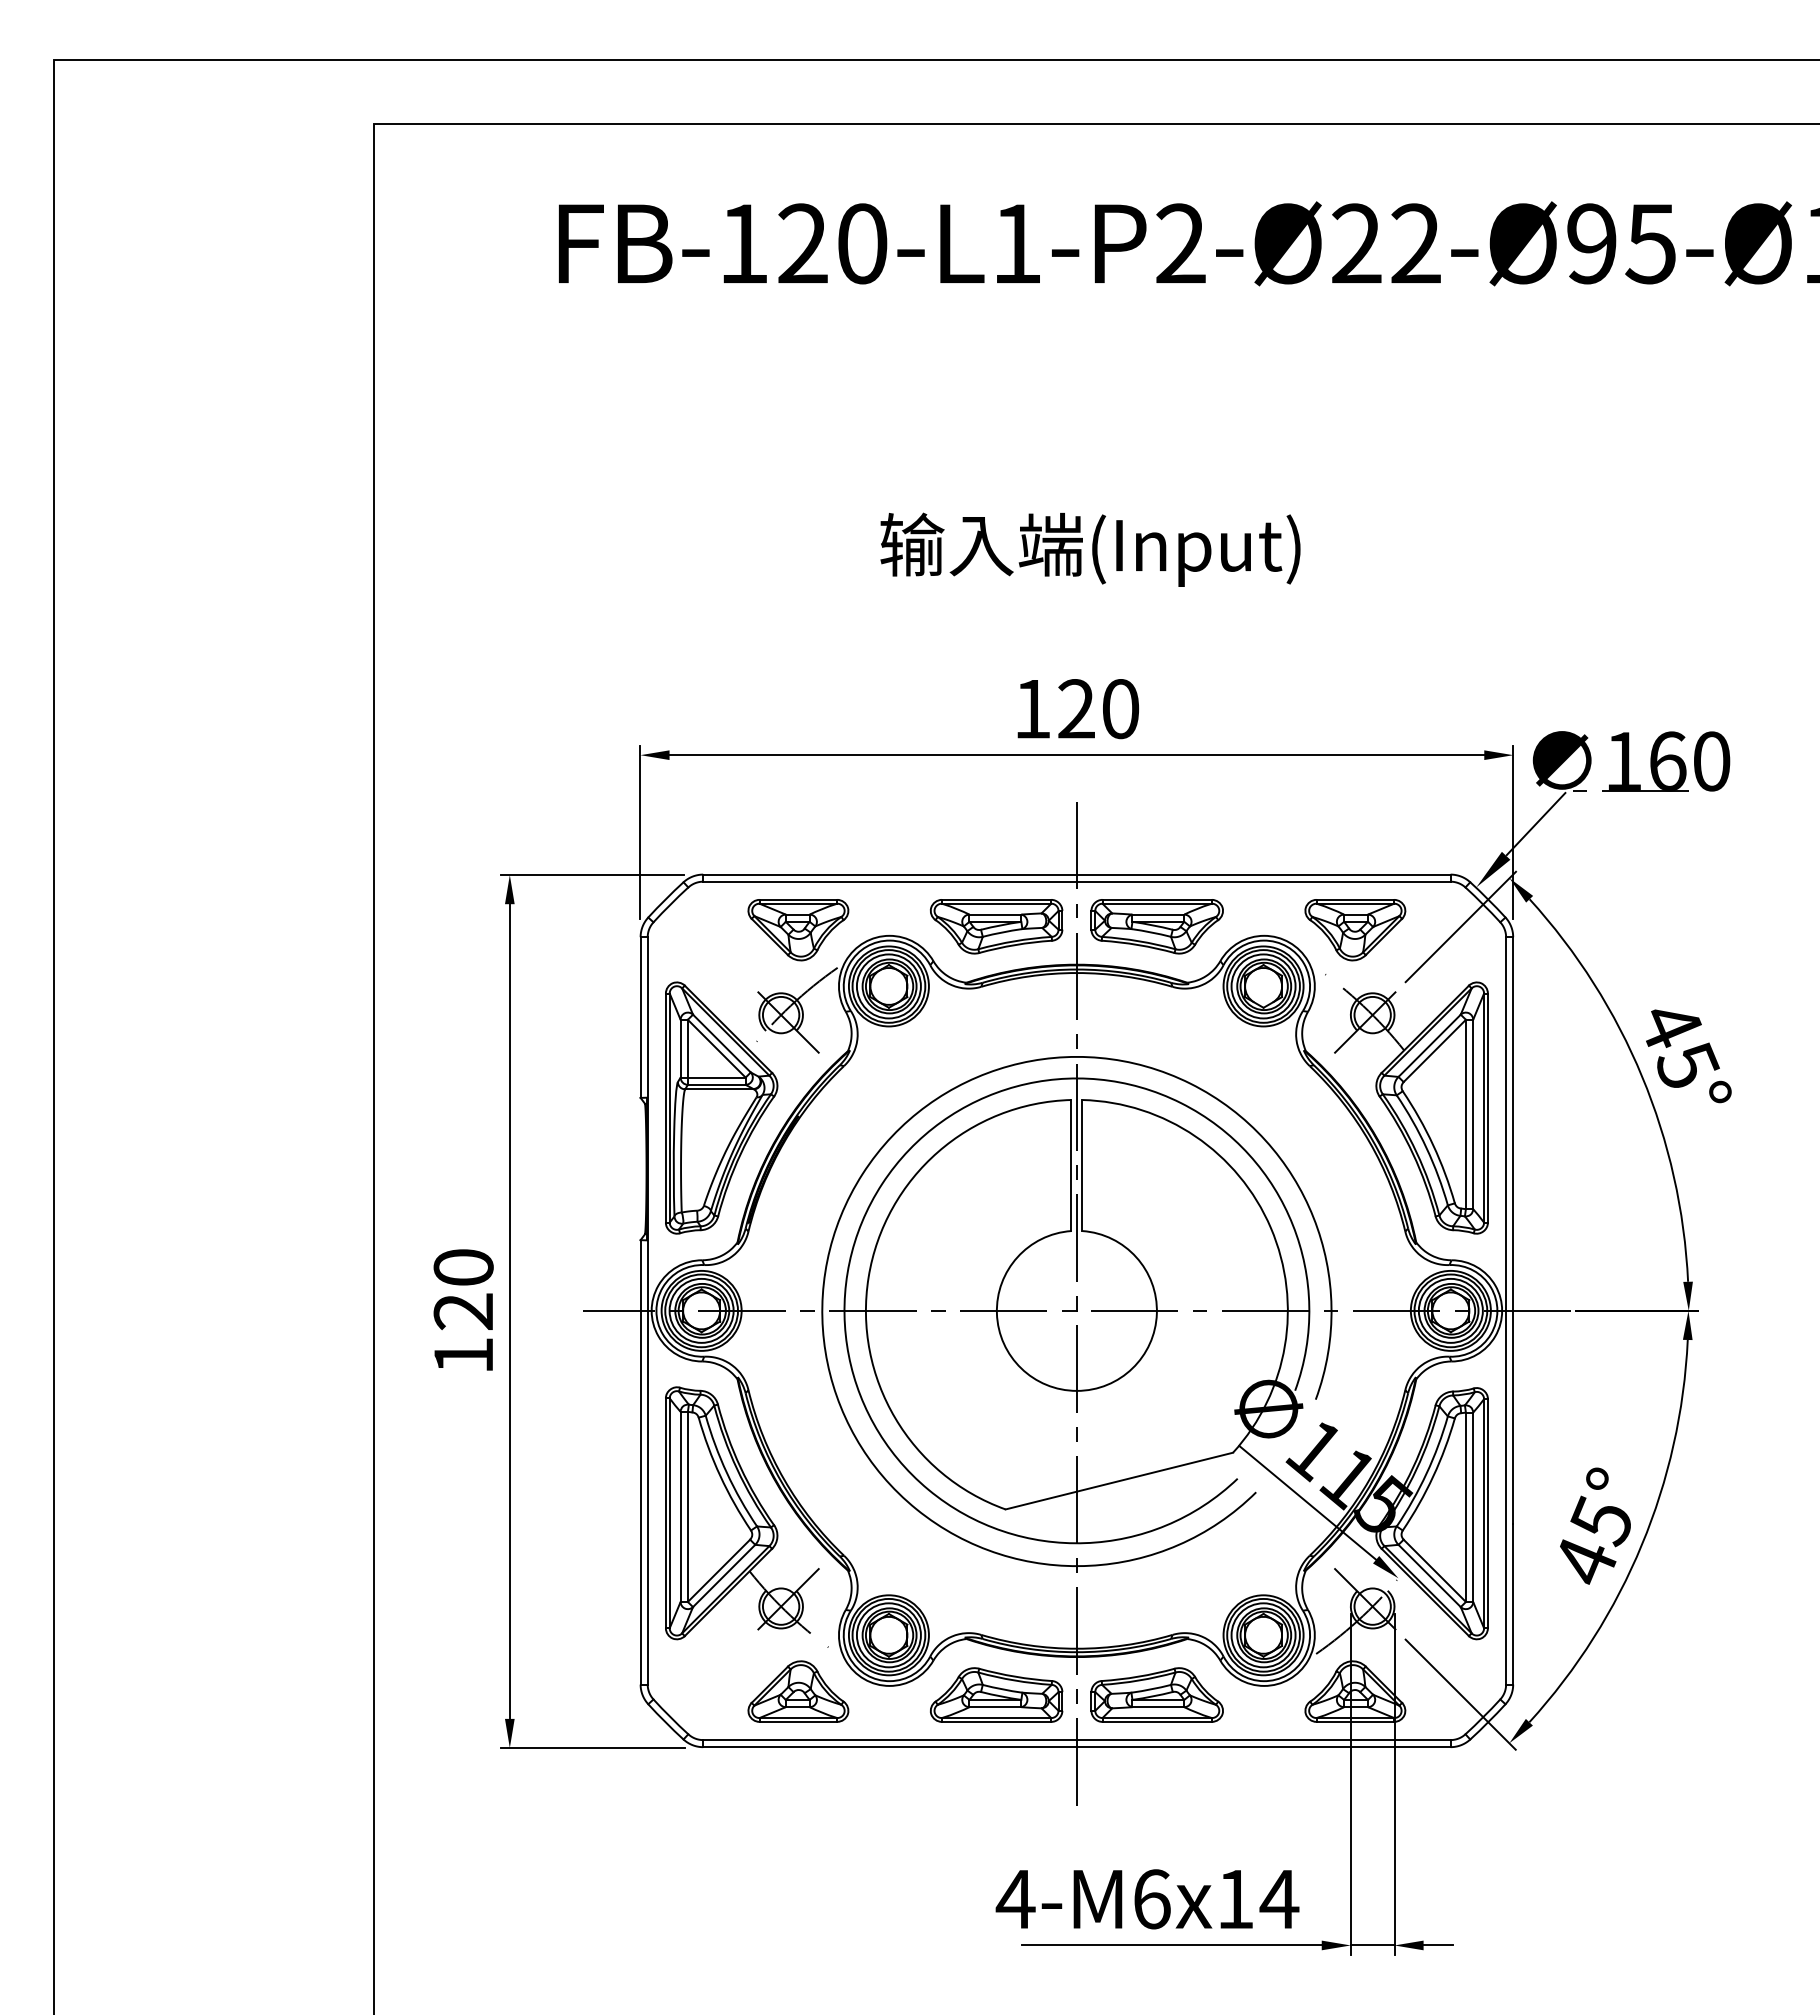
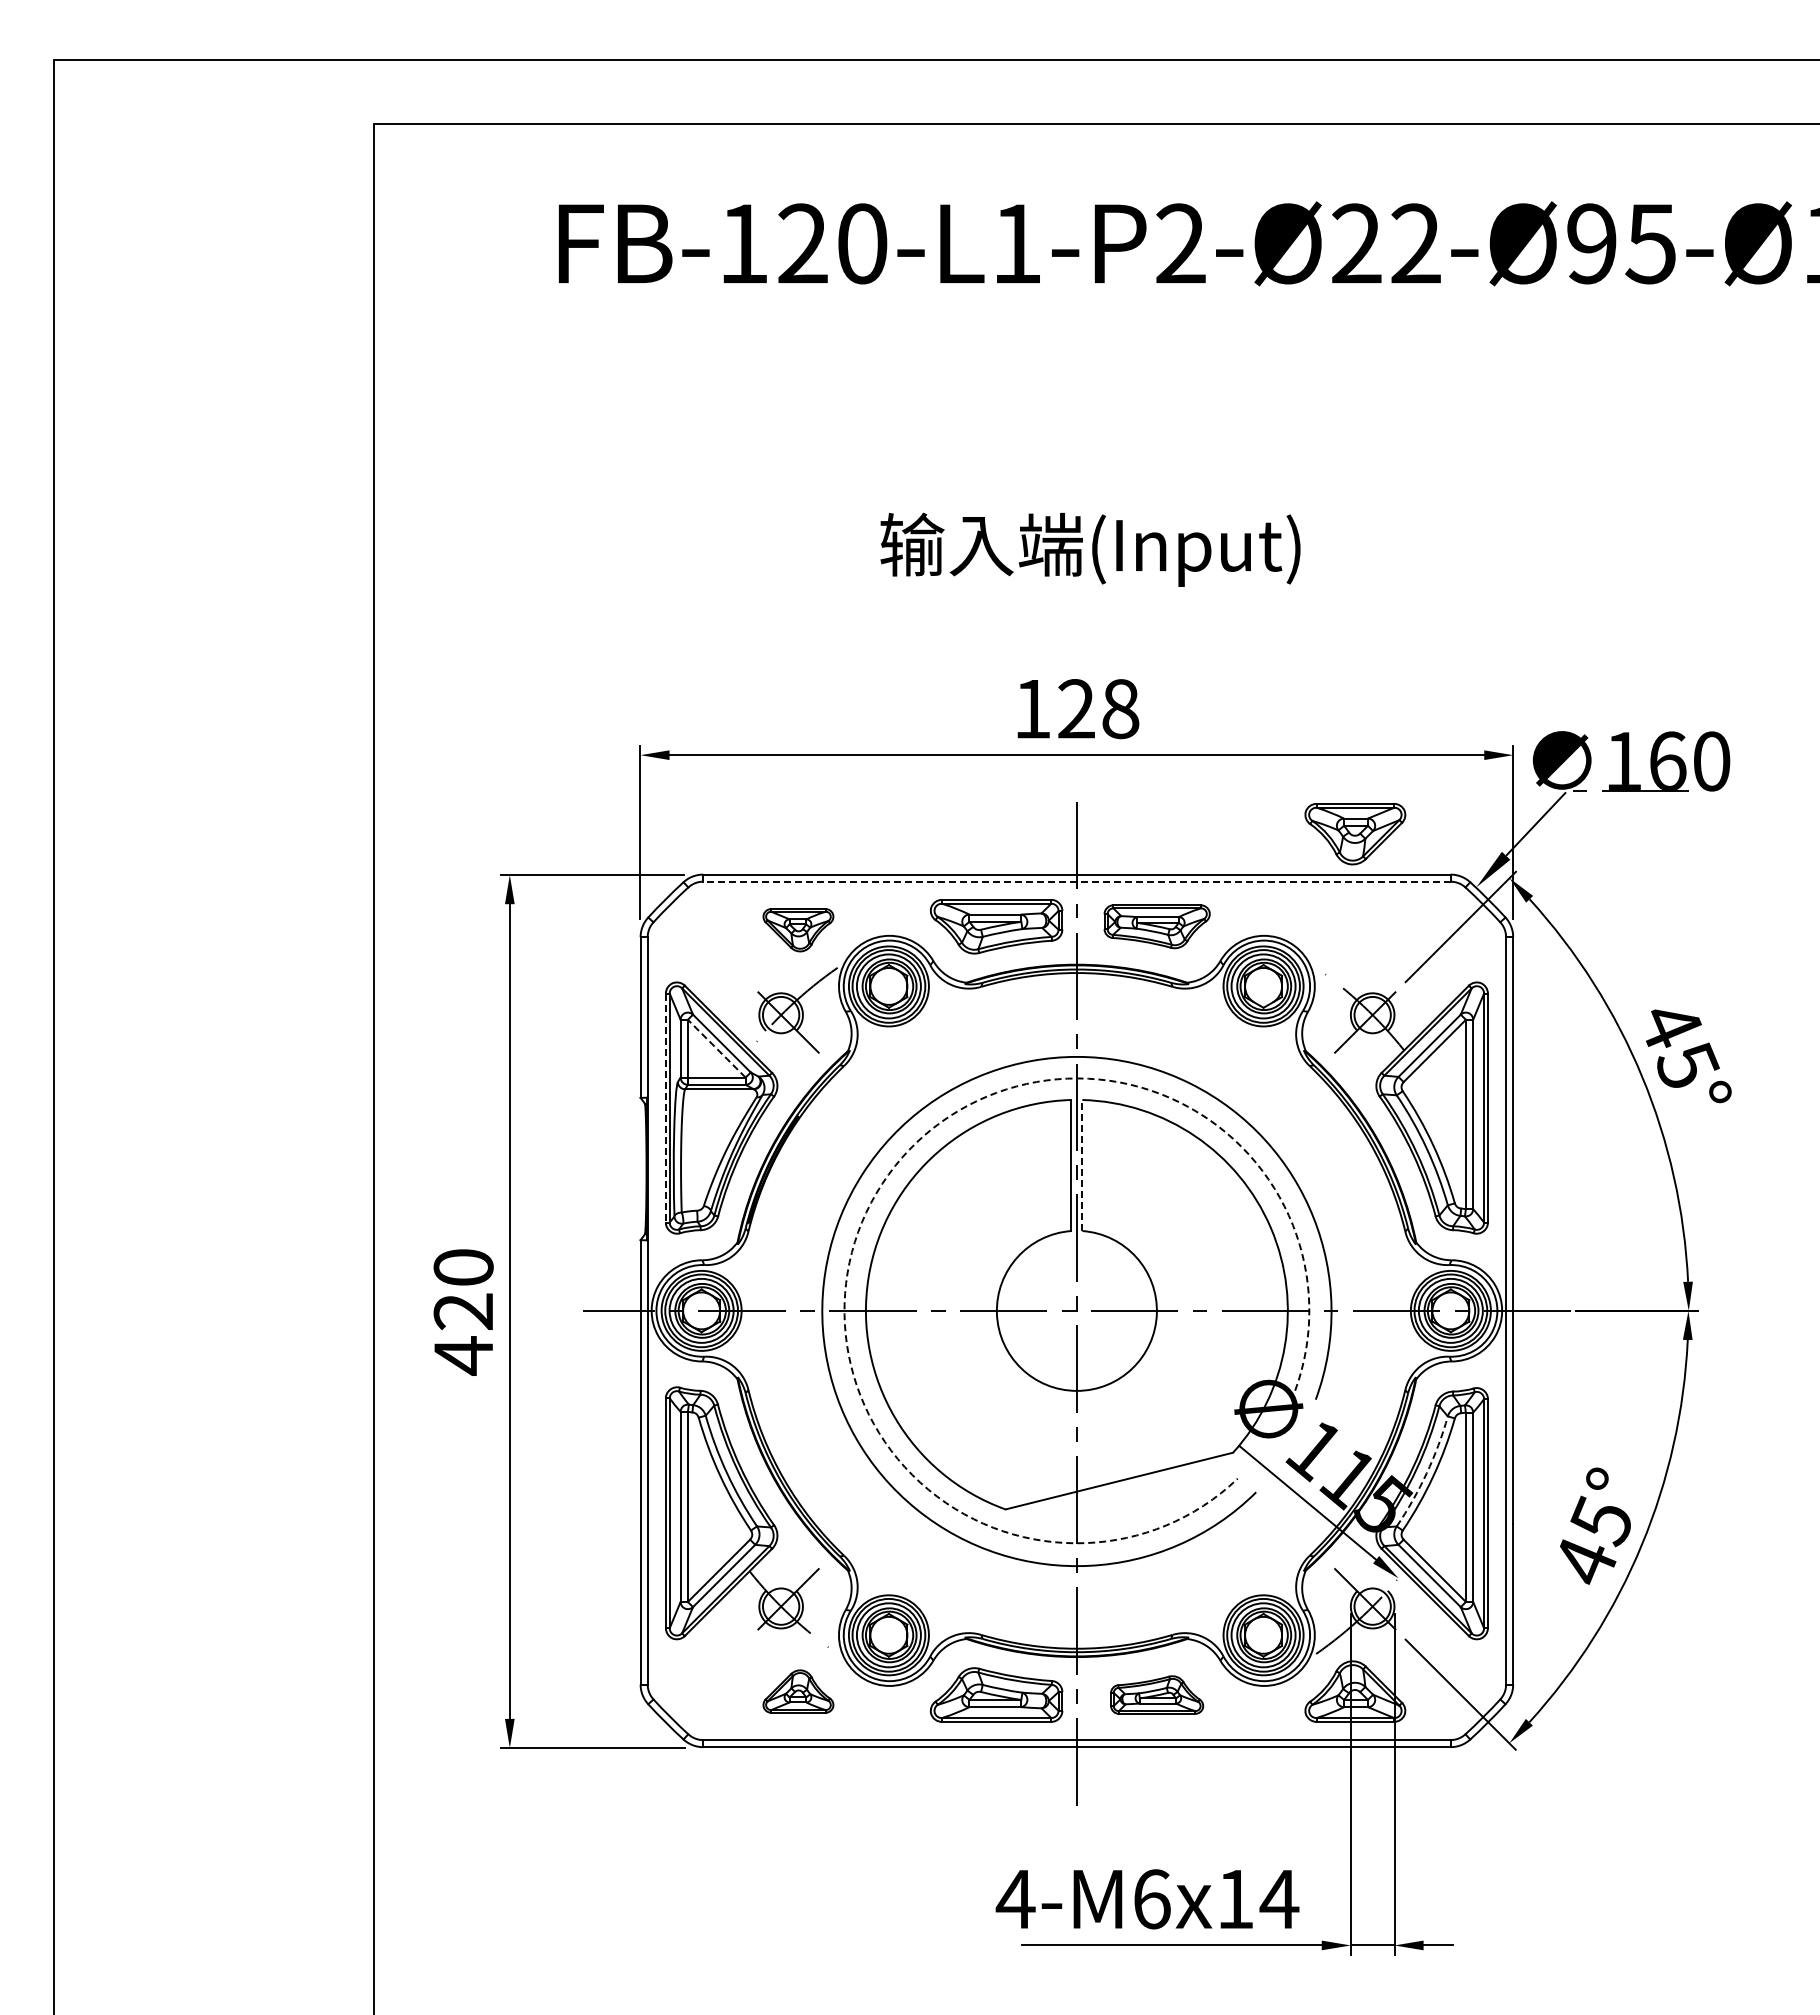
text at (1120, 708): 120 -> 128
line at (1076, 881): solid -> dashed
part at (1156, 926) size: 134x56 px -> 108x46 px
part at (798, 930) size: 103x63 px -> 73x45 px
part at (1355, 930) position: (1355, 930) -> (1355, 834)
line at (716, 1048): solid -> dashed
line at (665, 1108): solid -> dashed
line at (1082, 1165): solid -> dashed
arc at (882, 1183): solid -> dashed
text at (463, 1355): 120 -> 420
arc at (1426, 1473): solid -> dashed
part at (798, 1691) size: 103x63 px -> 73x45 px
part at (1156, 1694) size: 134x56 px -> 95x40 px
